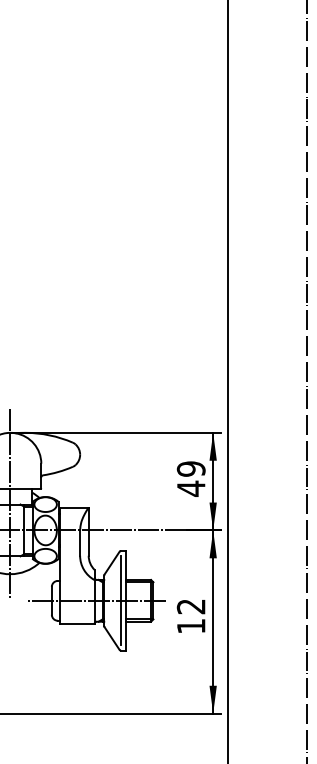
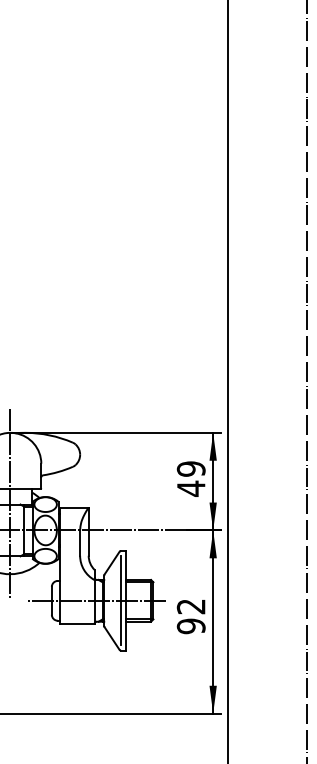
text at (190, 626): 12 -> 92
